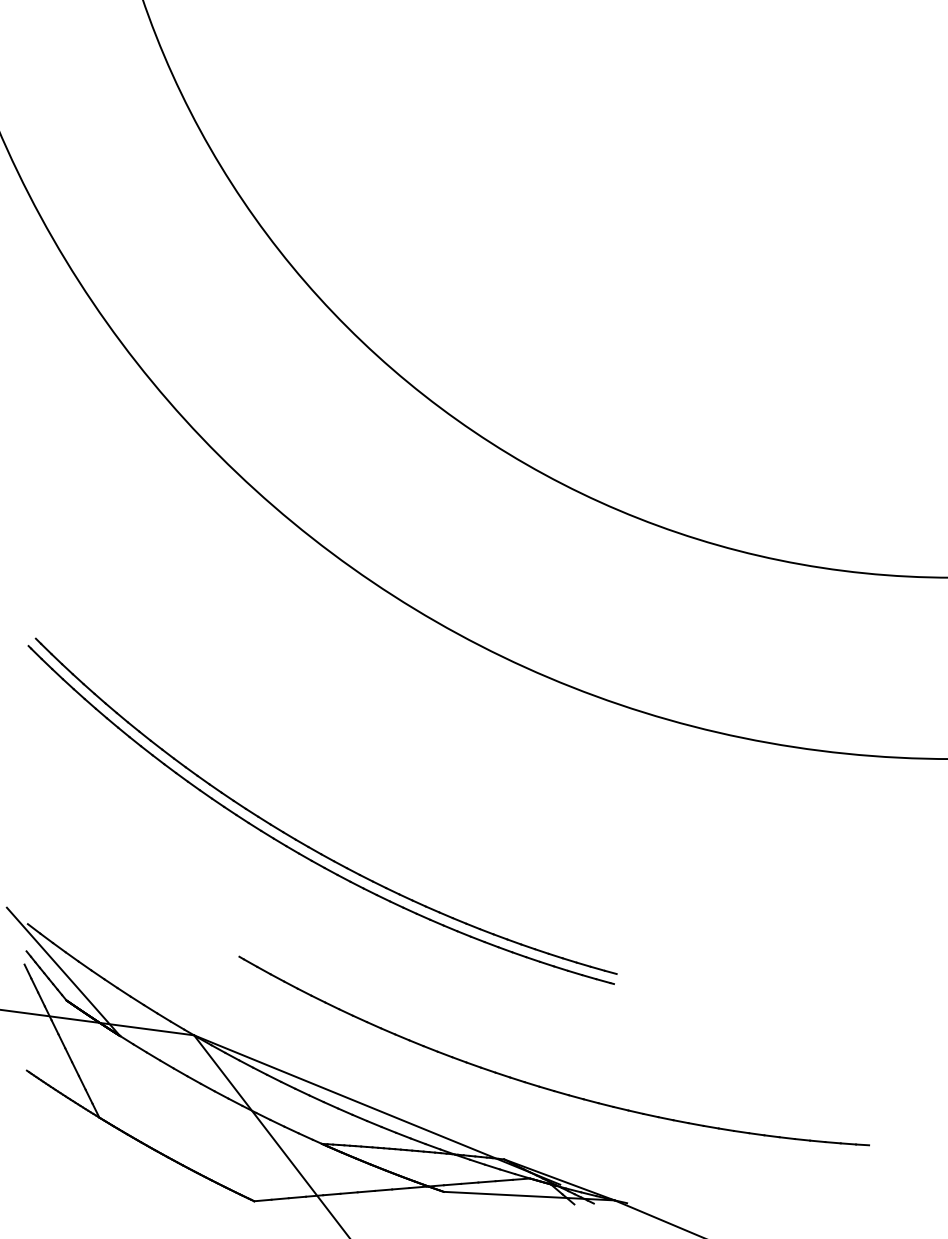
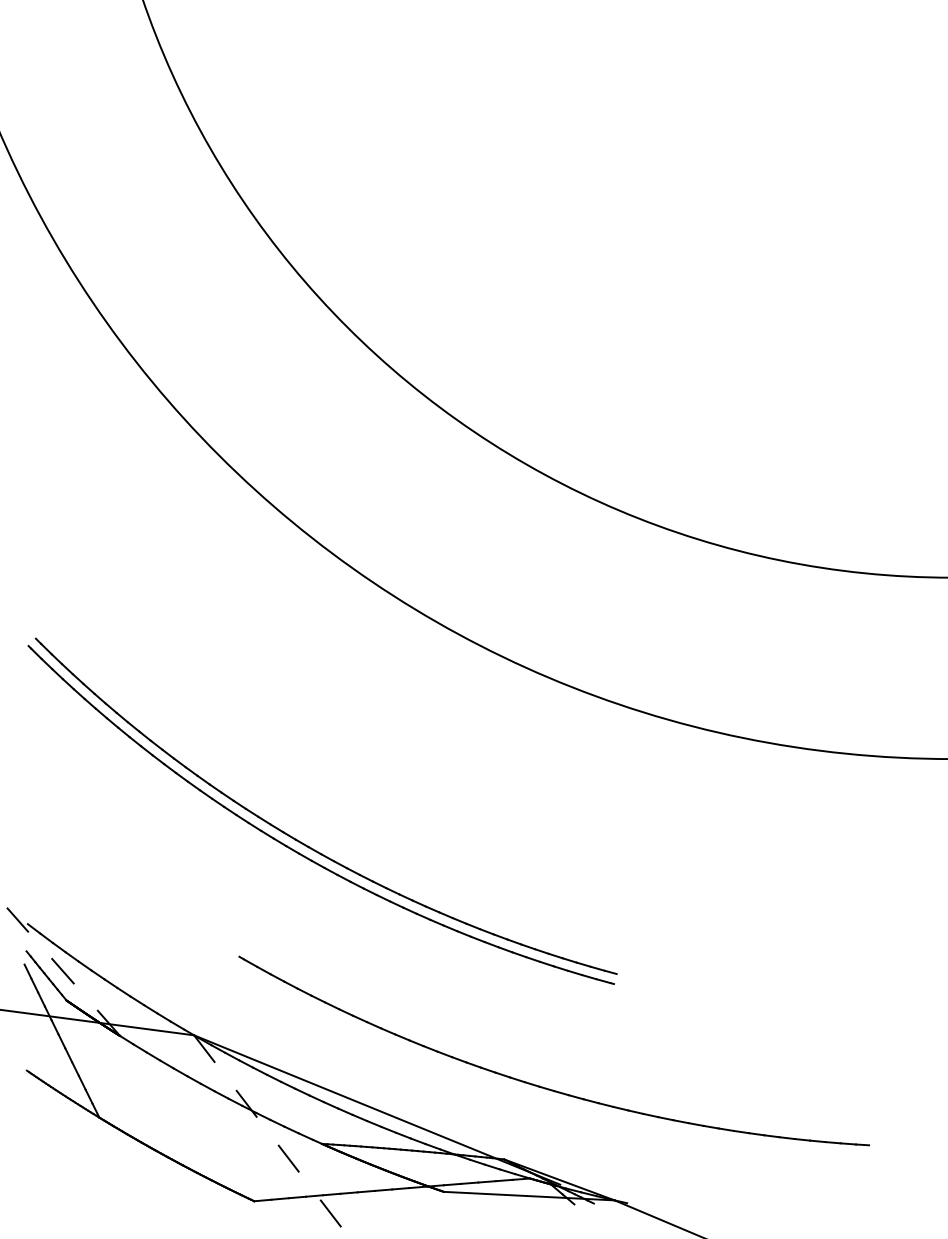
line at (63, 971): solid -> dashed
line at (271, 1136): solid -> dashed
